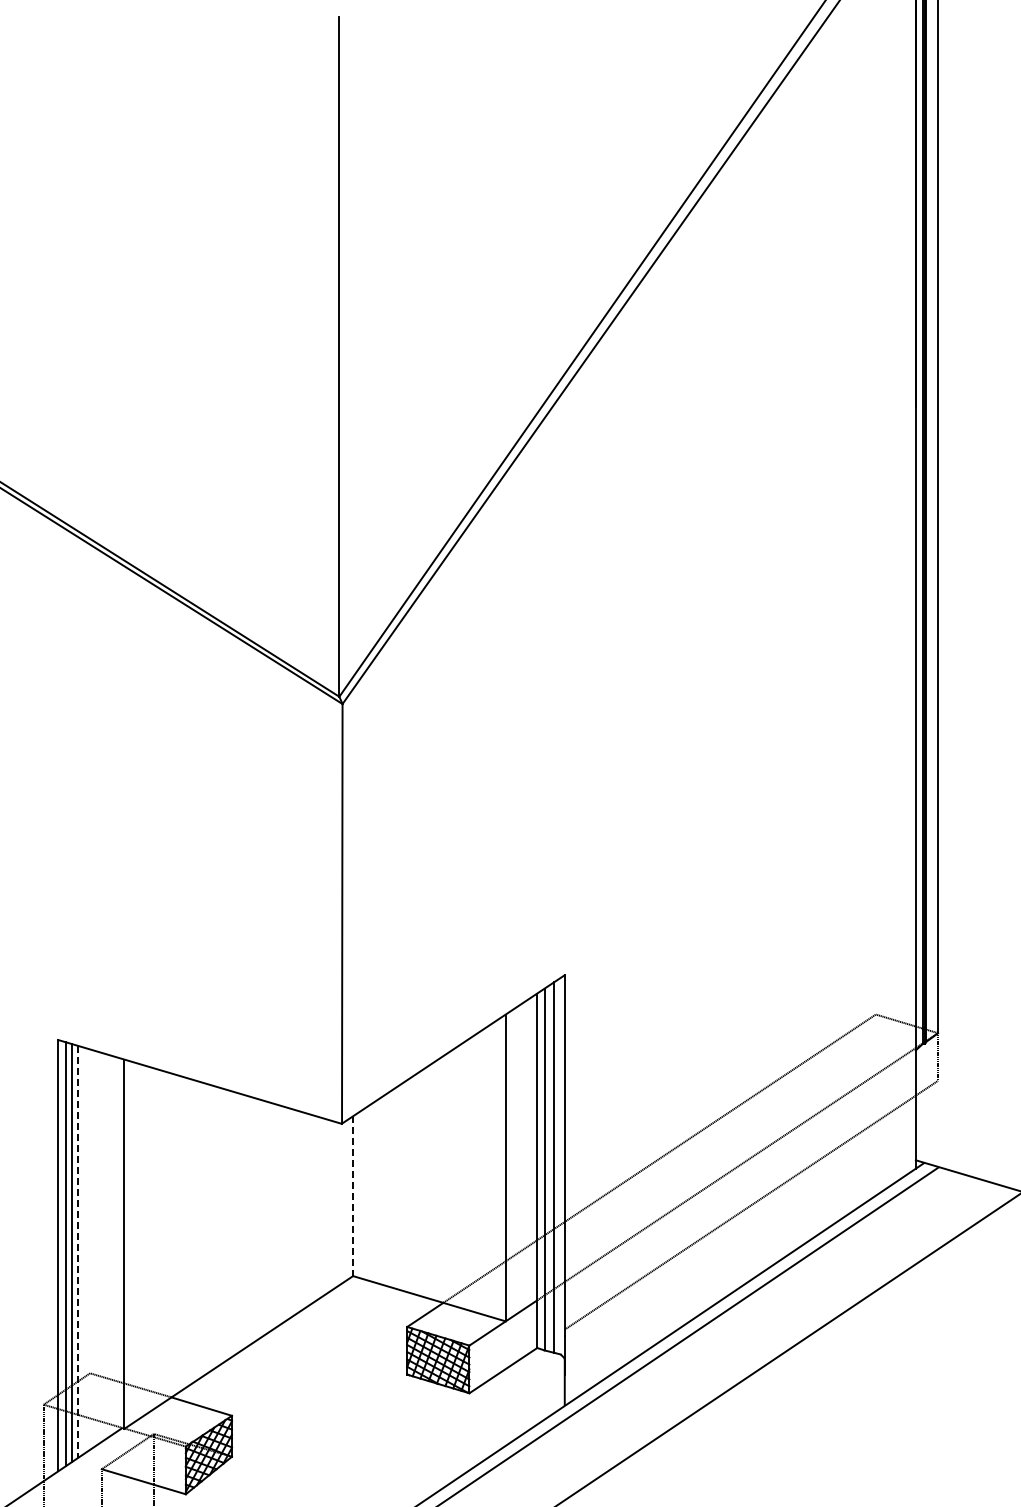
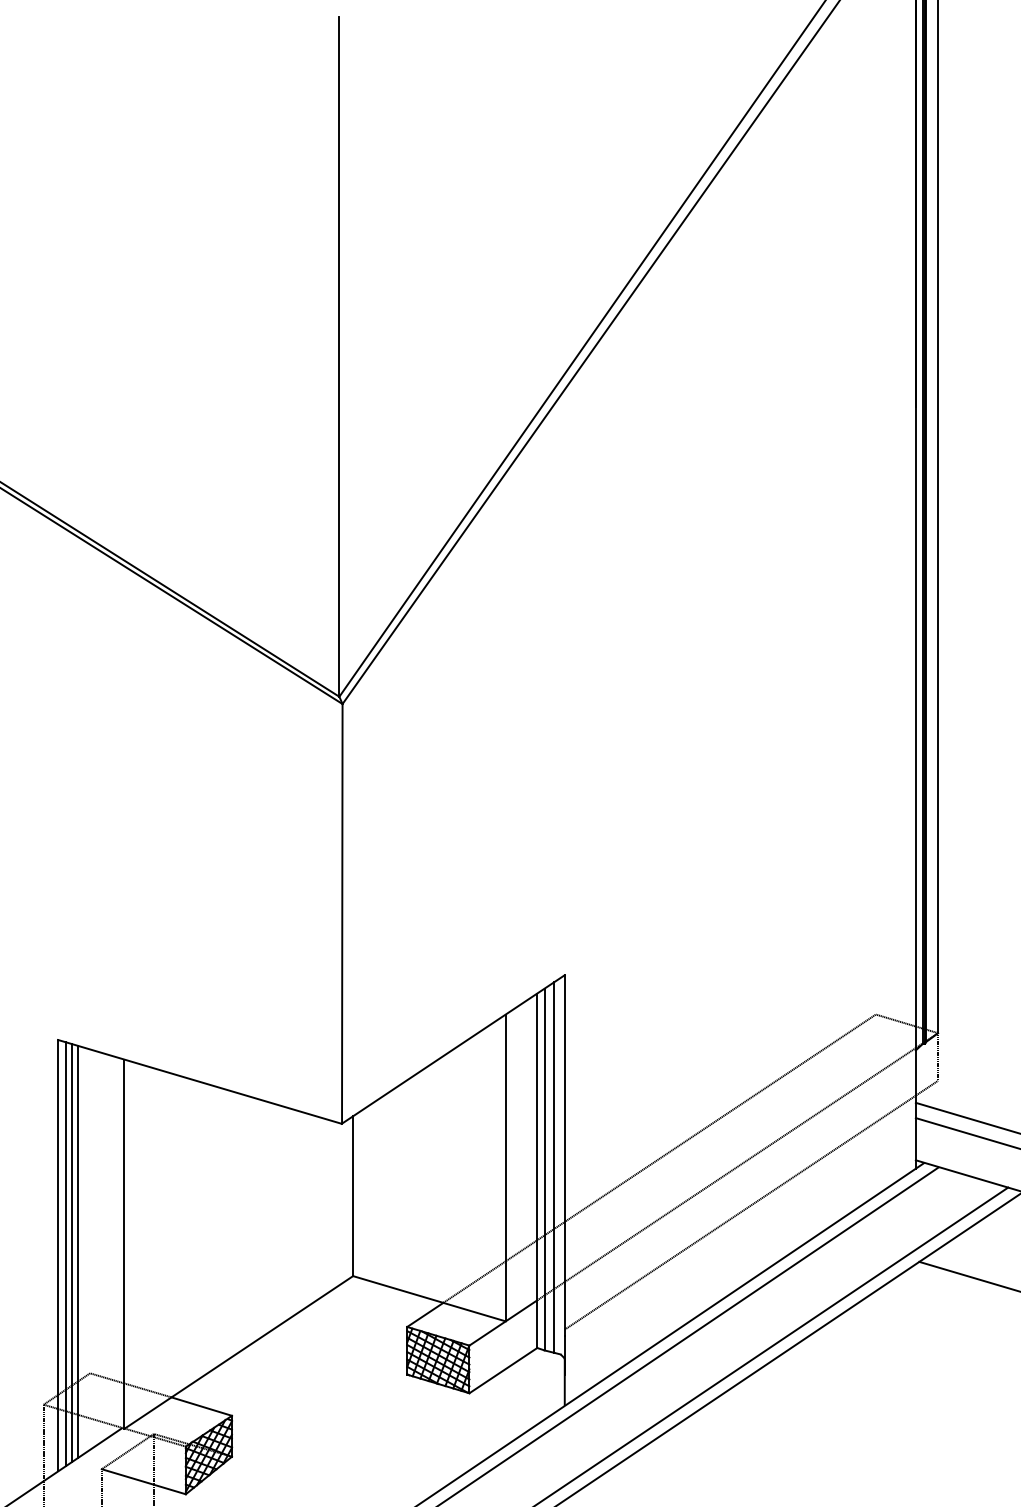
line at (966, 1117): none -> present
line at (966, 1133): none -> present
line at (353, 1196): dashed -> solid
line at (77, 1252): dashed -> solid
line at (968, 1275): none -> present
line at (773, 1345): none -> present
